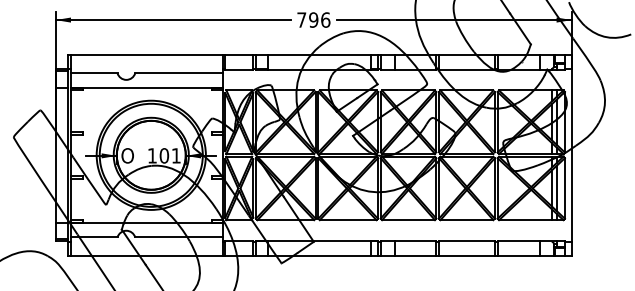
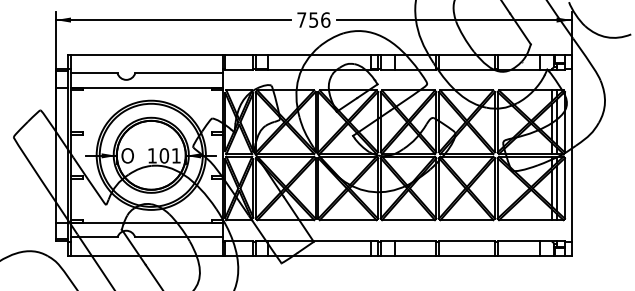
text at (313, 19): 796 -> 756
